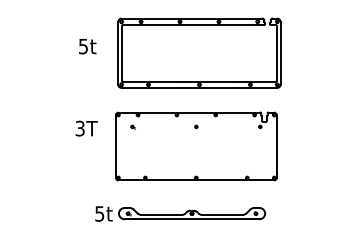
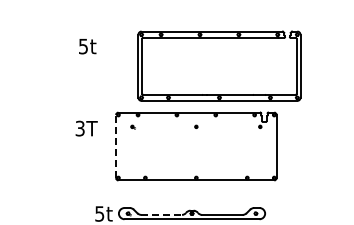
part at (199, 25) position: (199, 25) -> (219, 38)
line at (116, 146): solid -> dashed
line at (162, 214): solid -> dashed
